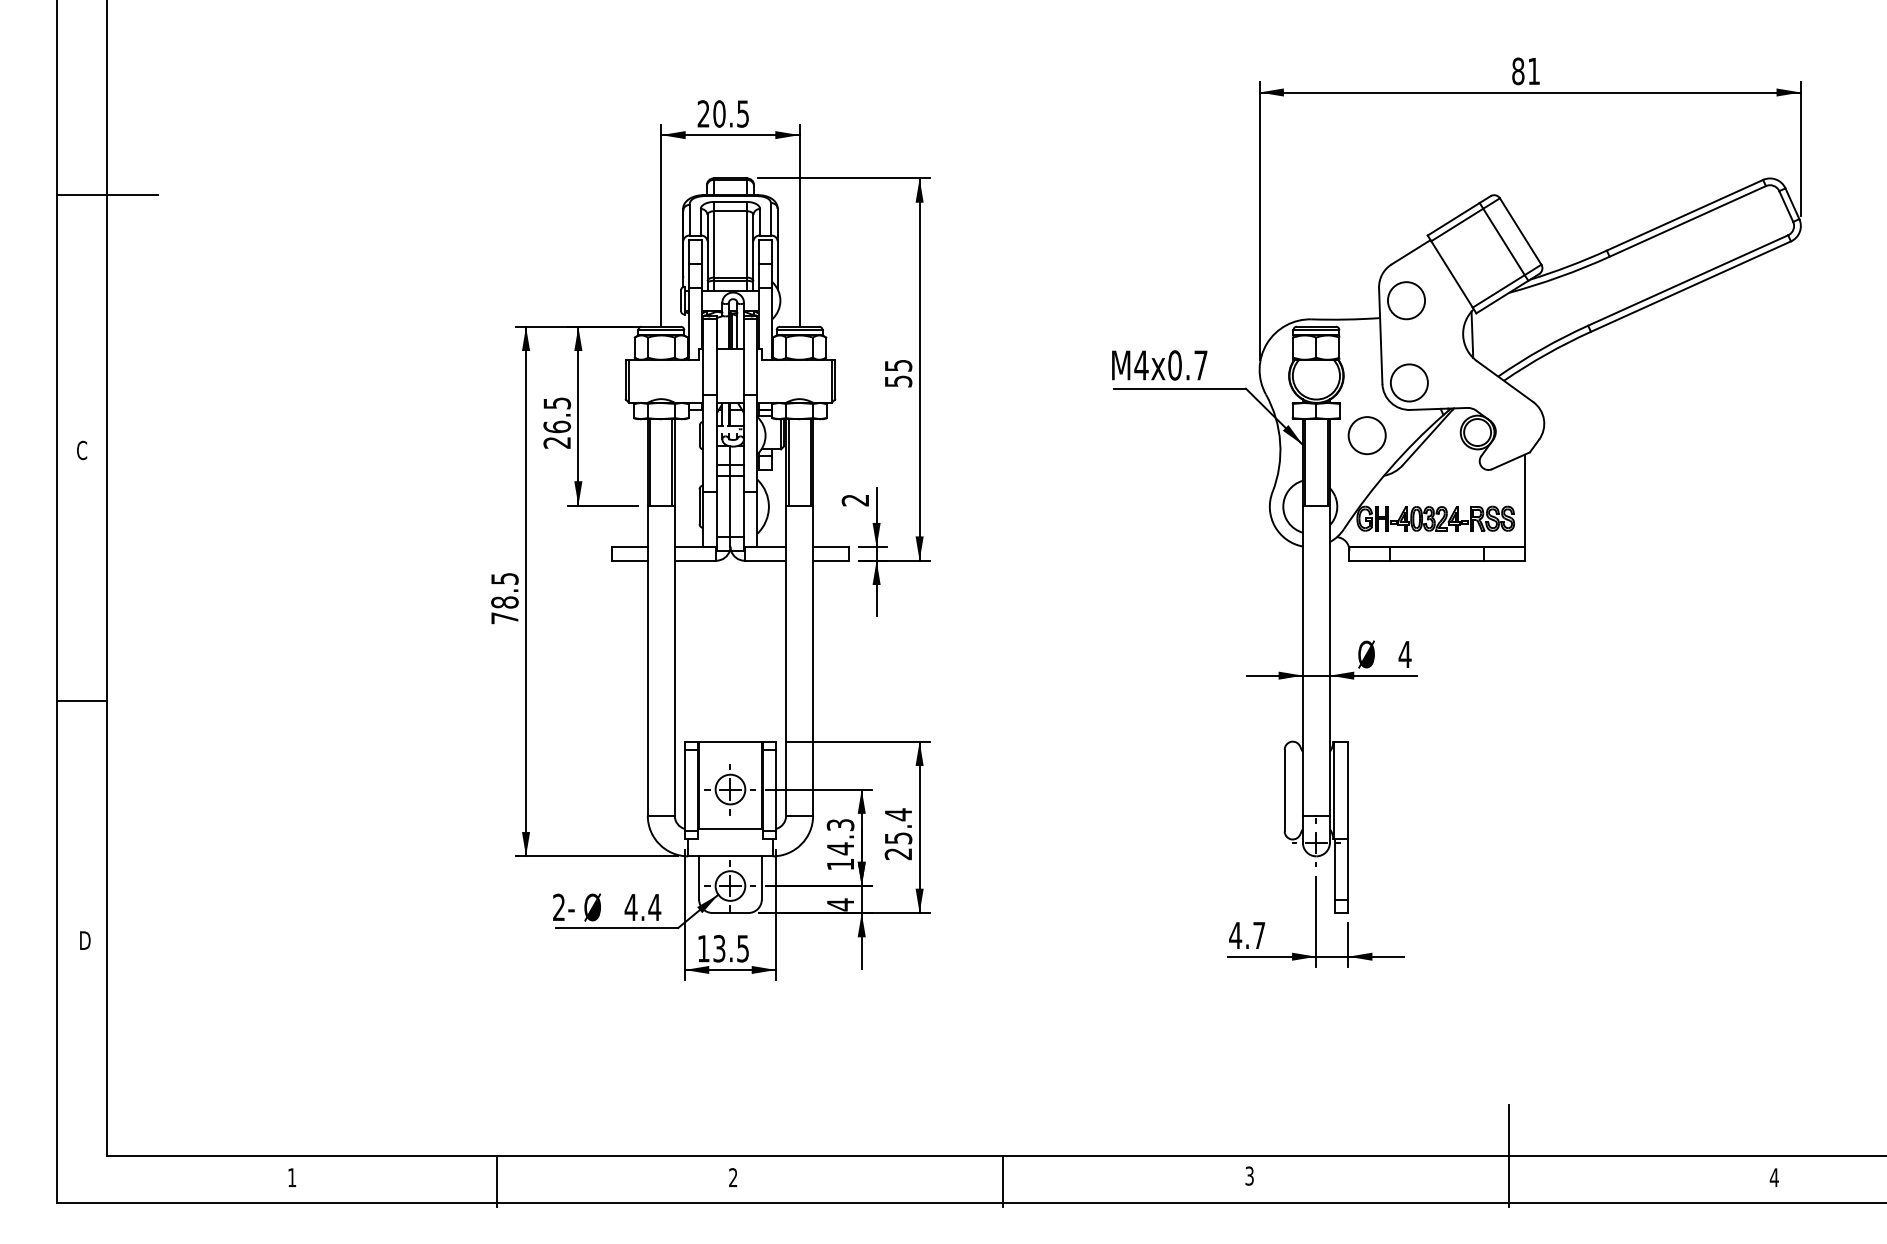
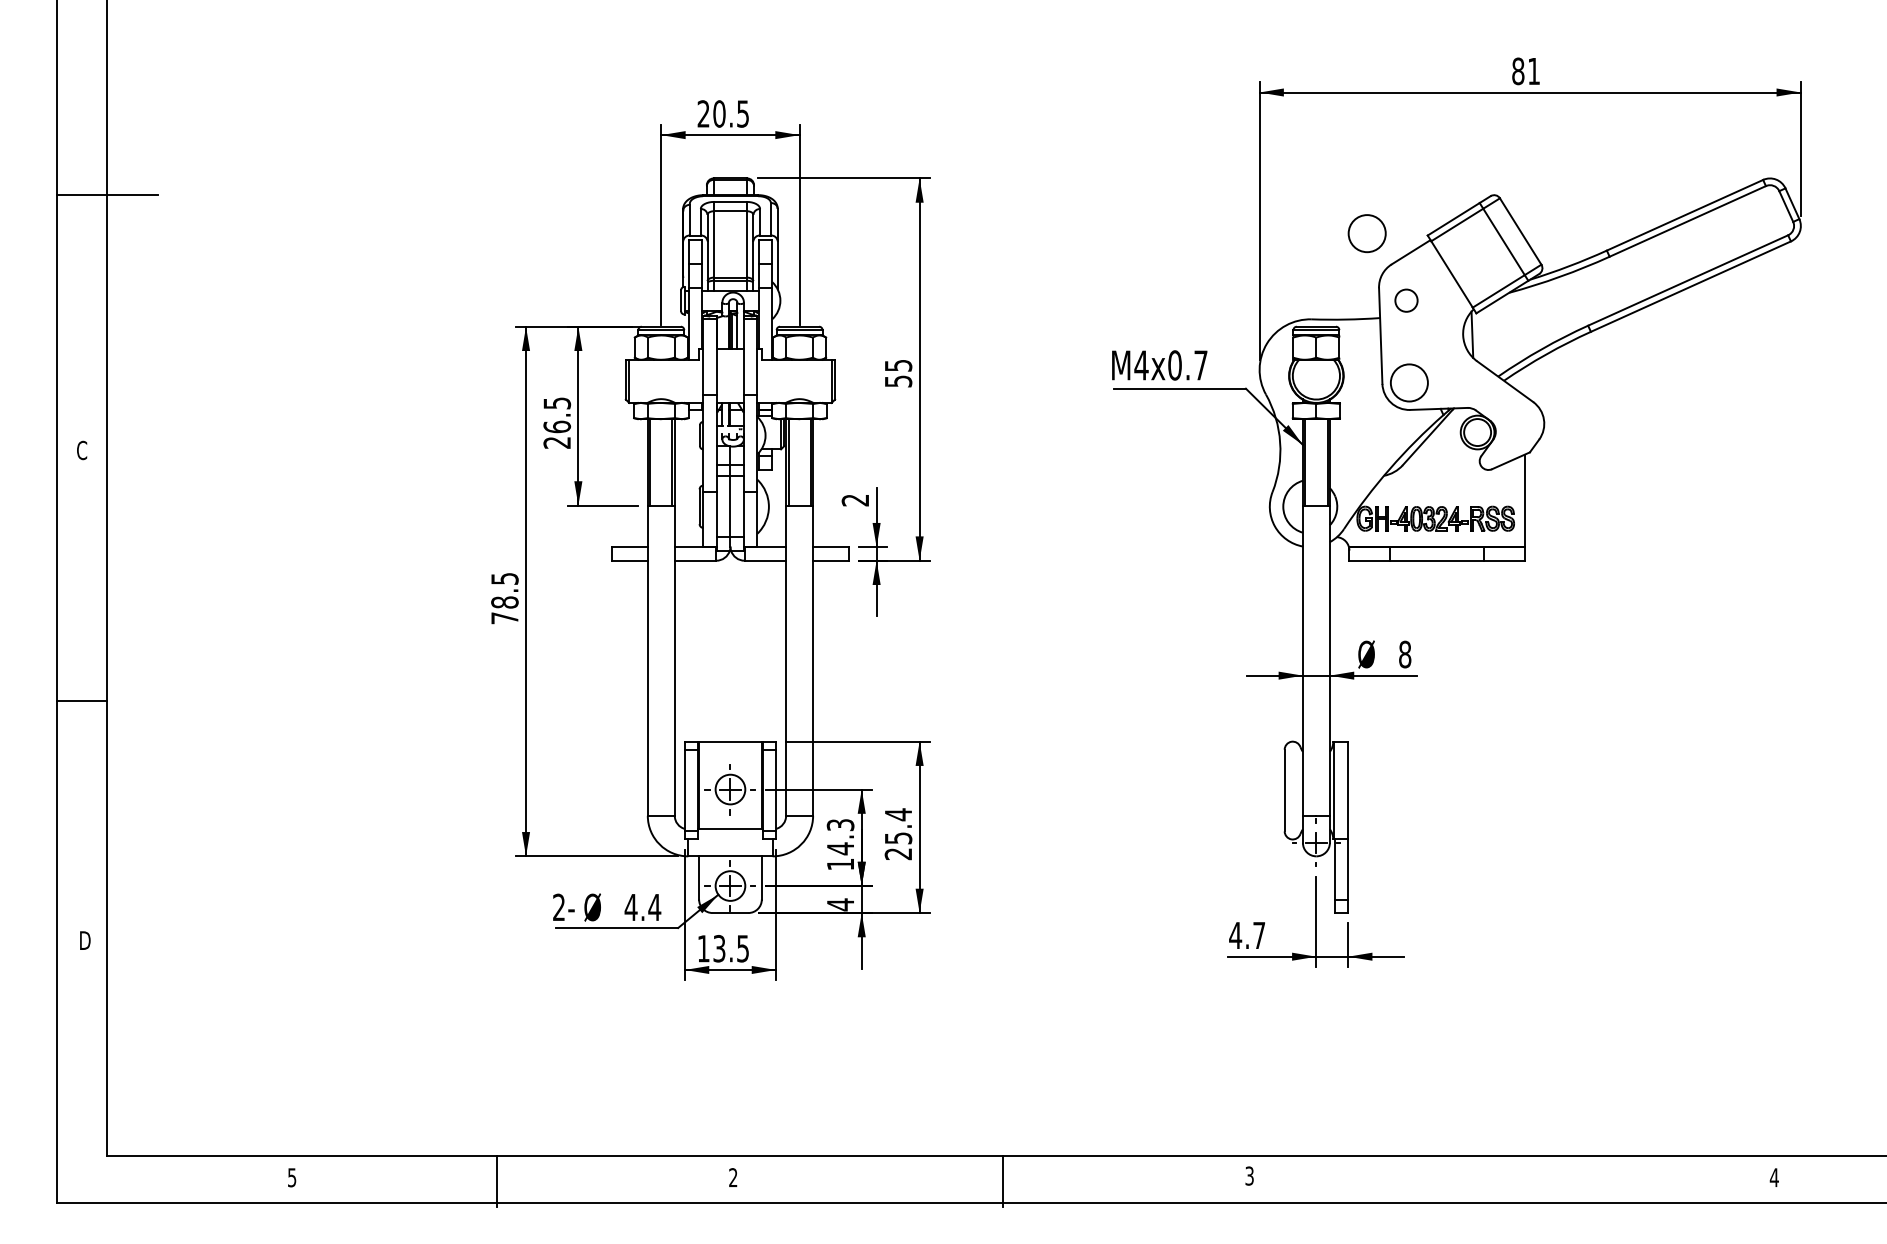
circle at (1406, 300) diameter: 37 px -> 22 px
circle at (1366, 435) position: (1366, 435) -> (1366, 233)
text at (1404, 654): 4 -> 8
line at (1508, 1155): present -> none
text at (292, 1177): 1 -> 5
